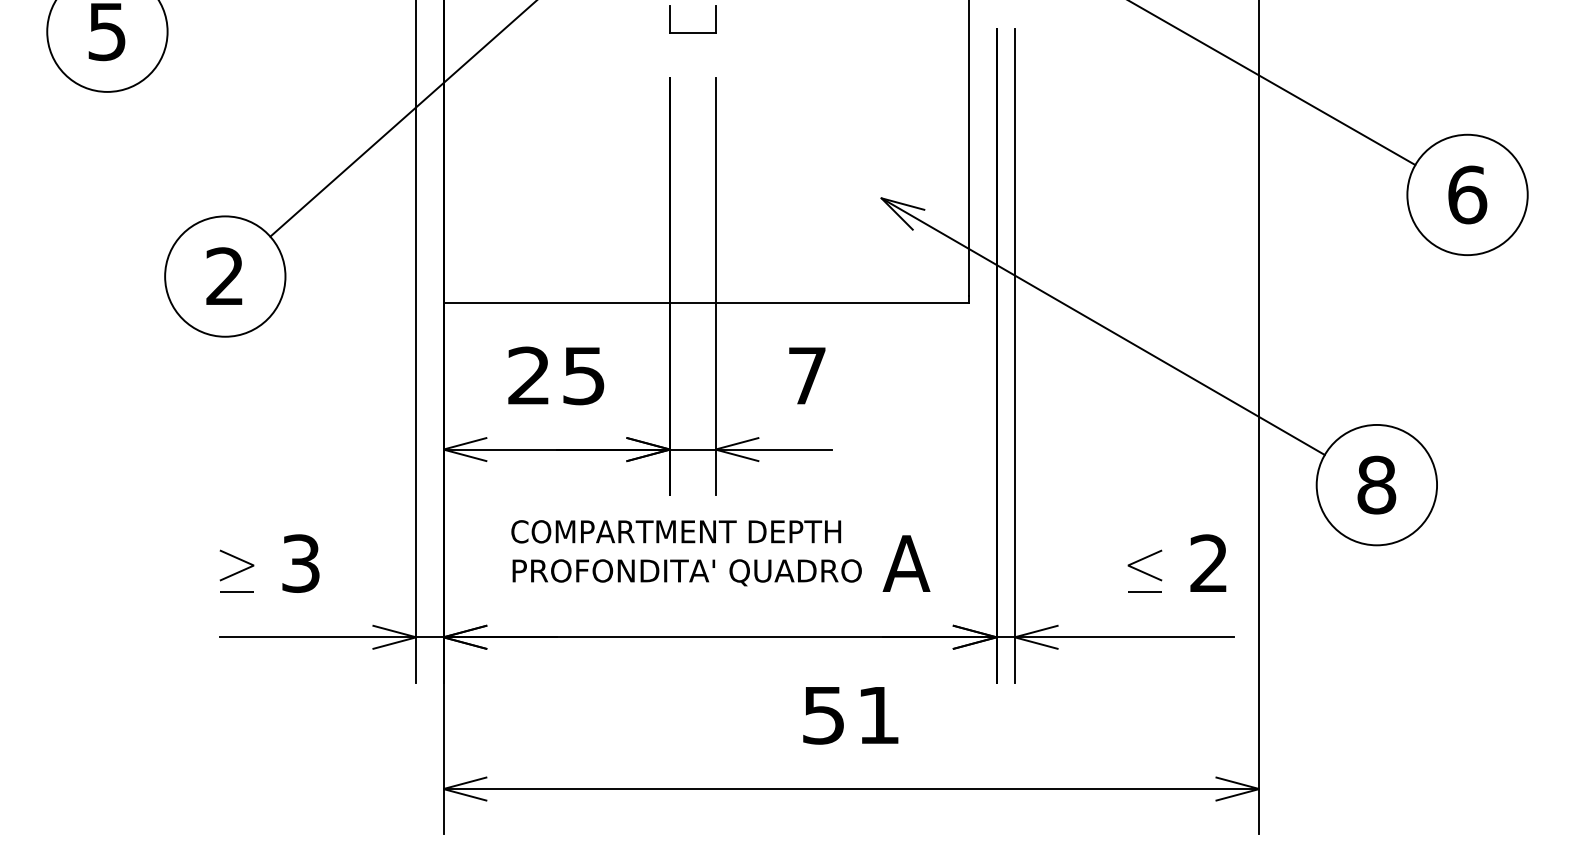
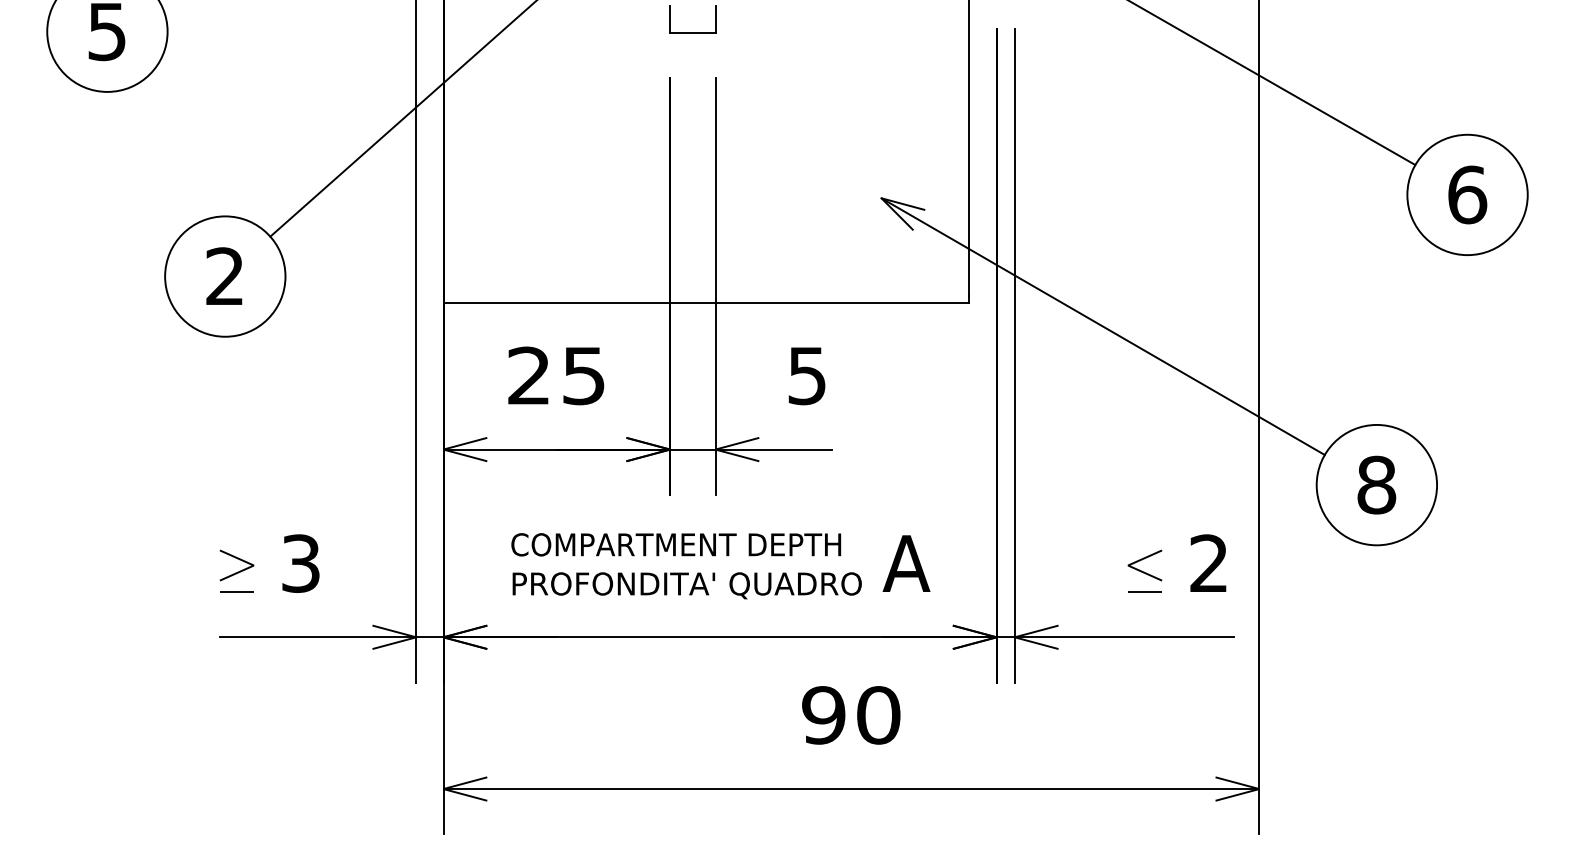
text at (806, 376): 7 -> 5
text at (686, 553) position: (686, 553) -> (686, 566)
text at (851, 715): 51 -> 90
